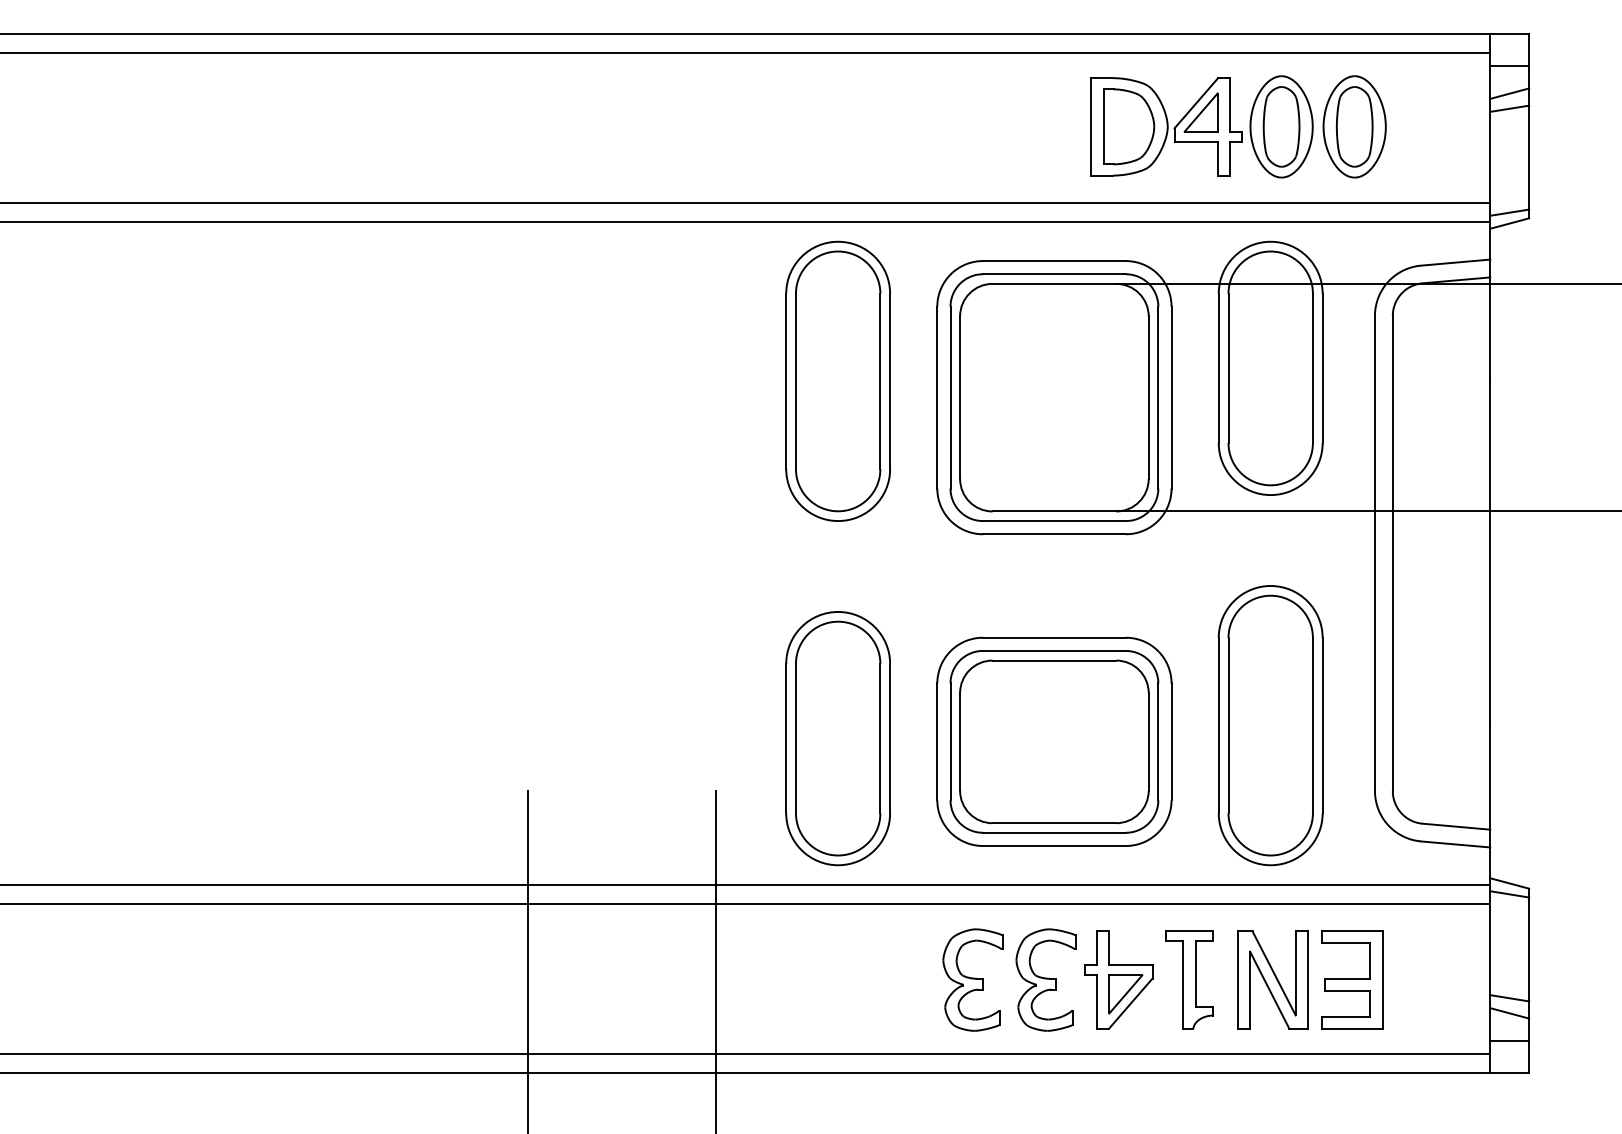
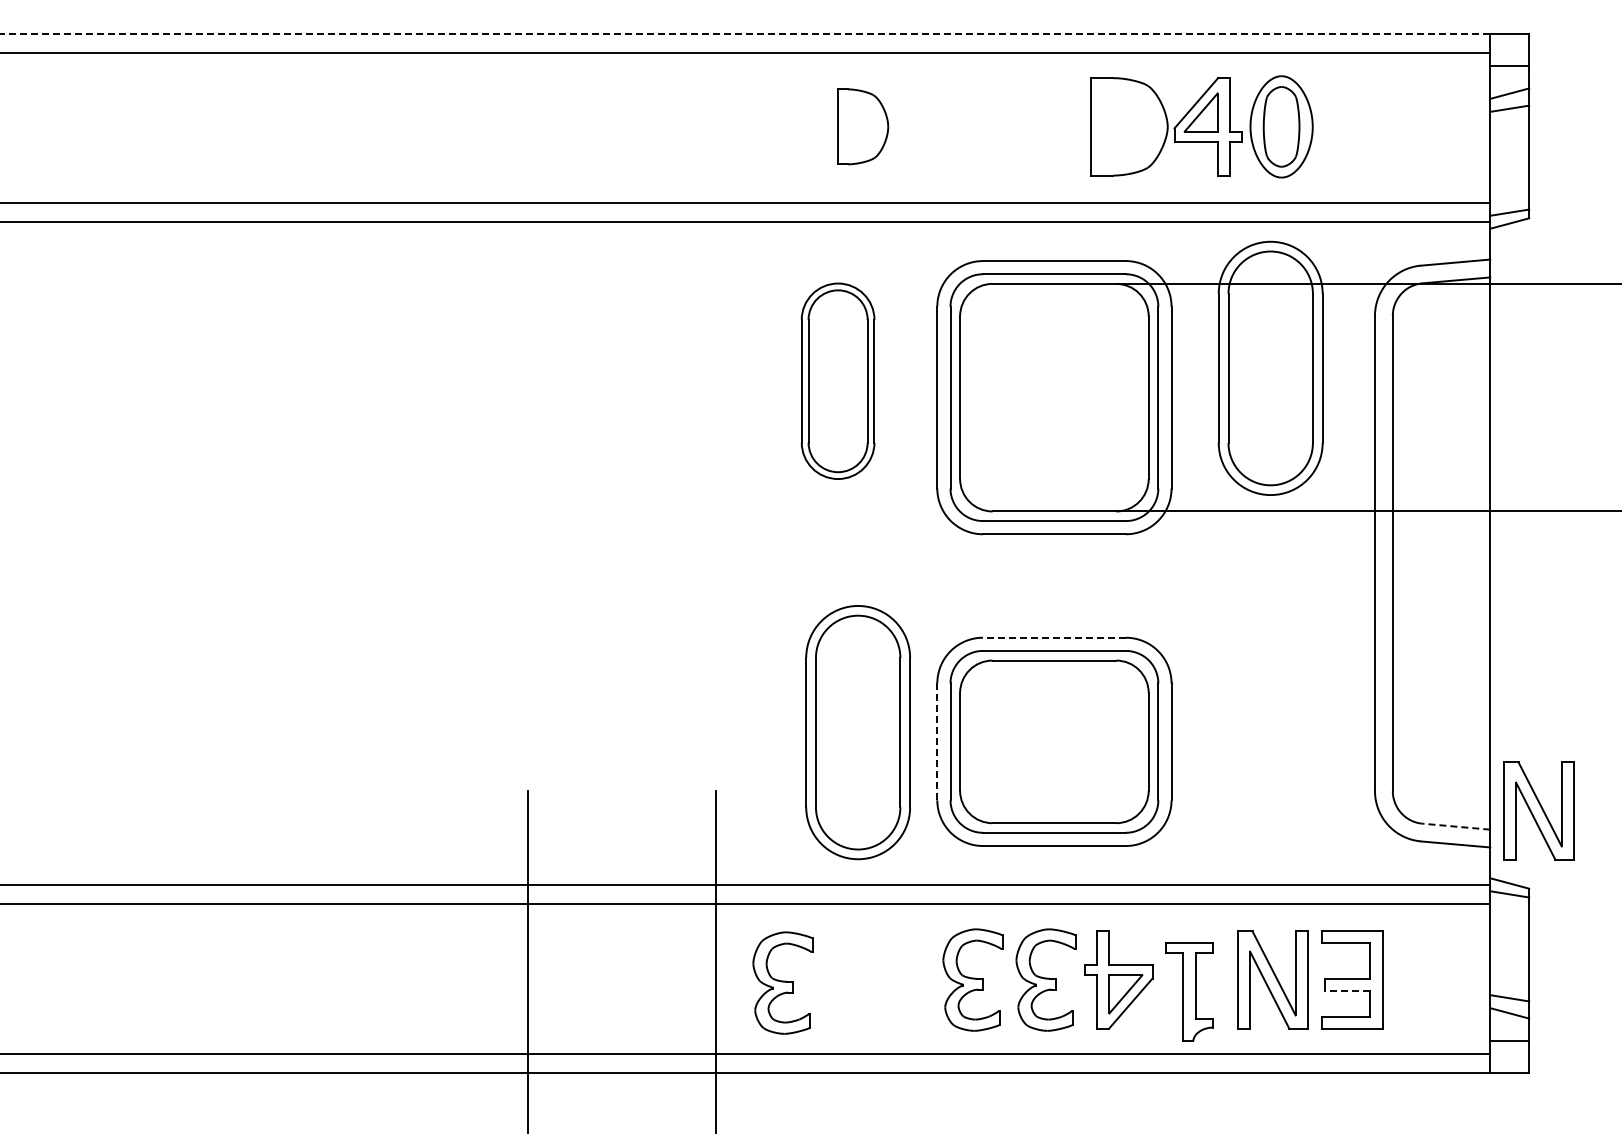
line at (744, 33): solid -> dashed
part at (1129, 126) position: (1129, 126) -> (863, 126)
part at (1354, 126): present -> none
part at (837, 380) size: 106x282 px -> 76x198 px
line at (1053, 637): solid -> dashed
part at (1270, 725): present -> none
part at (837, 738) position: (837, 738) -> (857, 732)
line at (937, 742): solid -> dashed
part at (1538, 810): none -> present
line at (1455, 826): solid -> dashed
part at (1189, 979) position: (1189, 979) -> (1189, 991)
part at (782, 982): none -> present
line at (1347, 990): solid -> dashed
